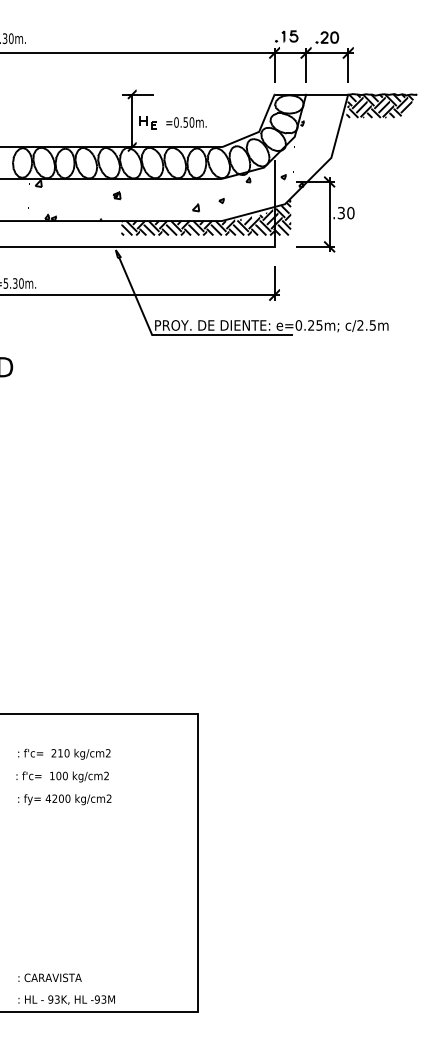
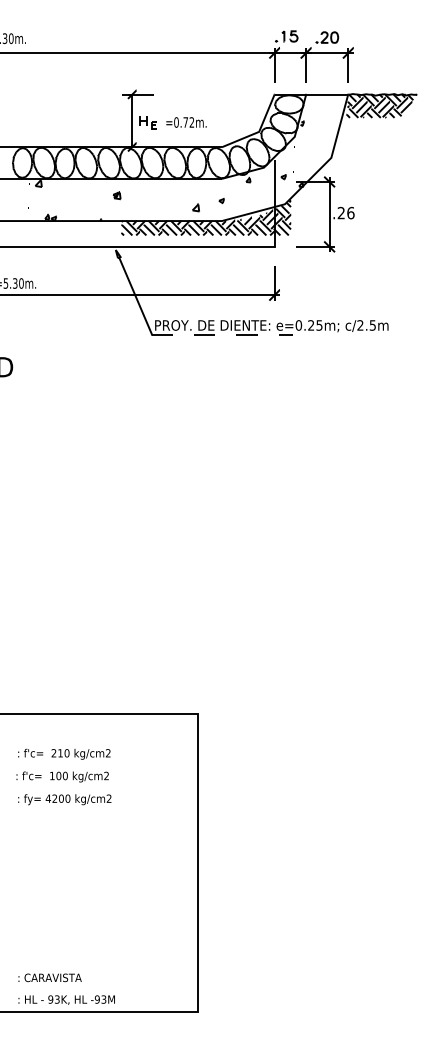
text at (188, 122): =0.50m. -> =0.72m.
text at (345, 213): .30 -> .26
line at (224, 335): solid -> dashed
